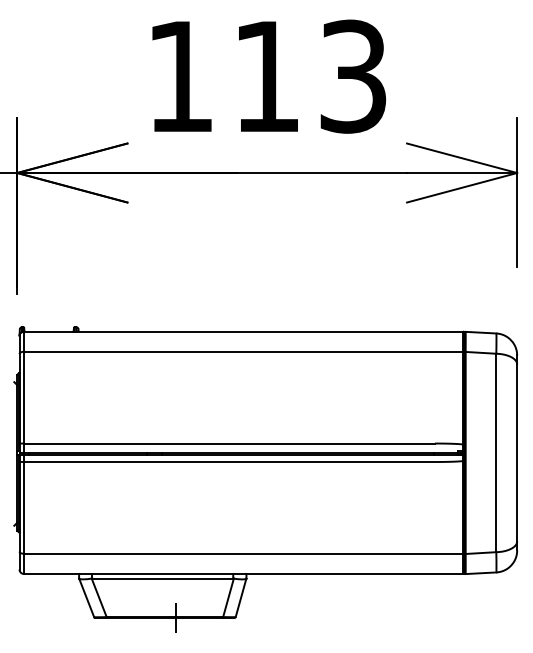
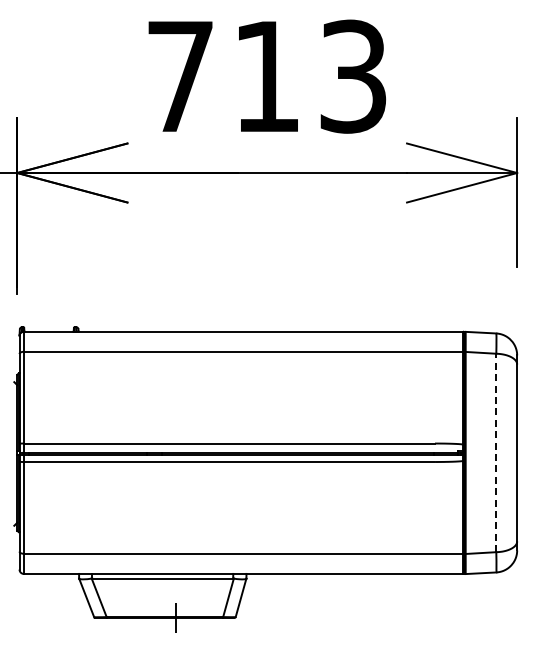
text at (180, 76): 113 -> 713
line at (496, 452): solid -> dashed
